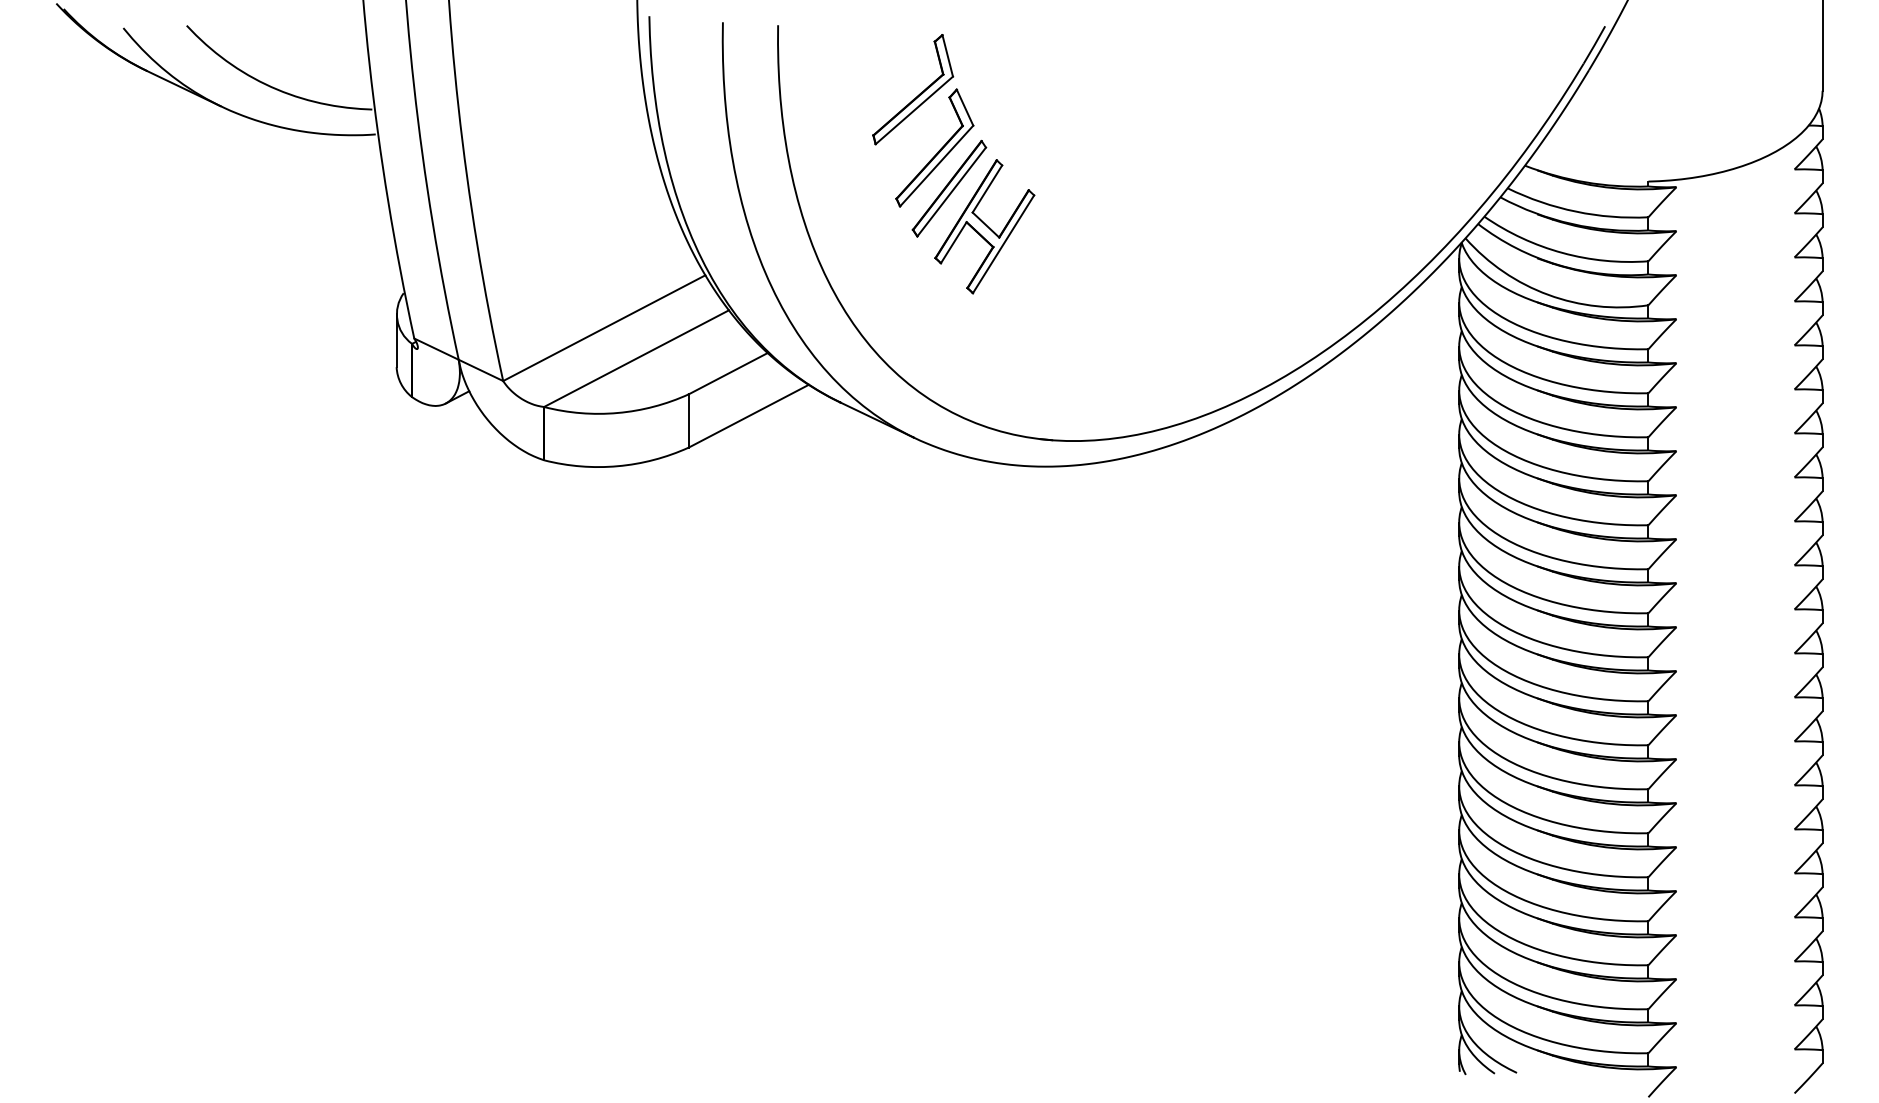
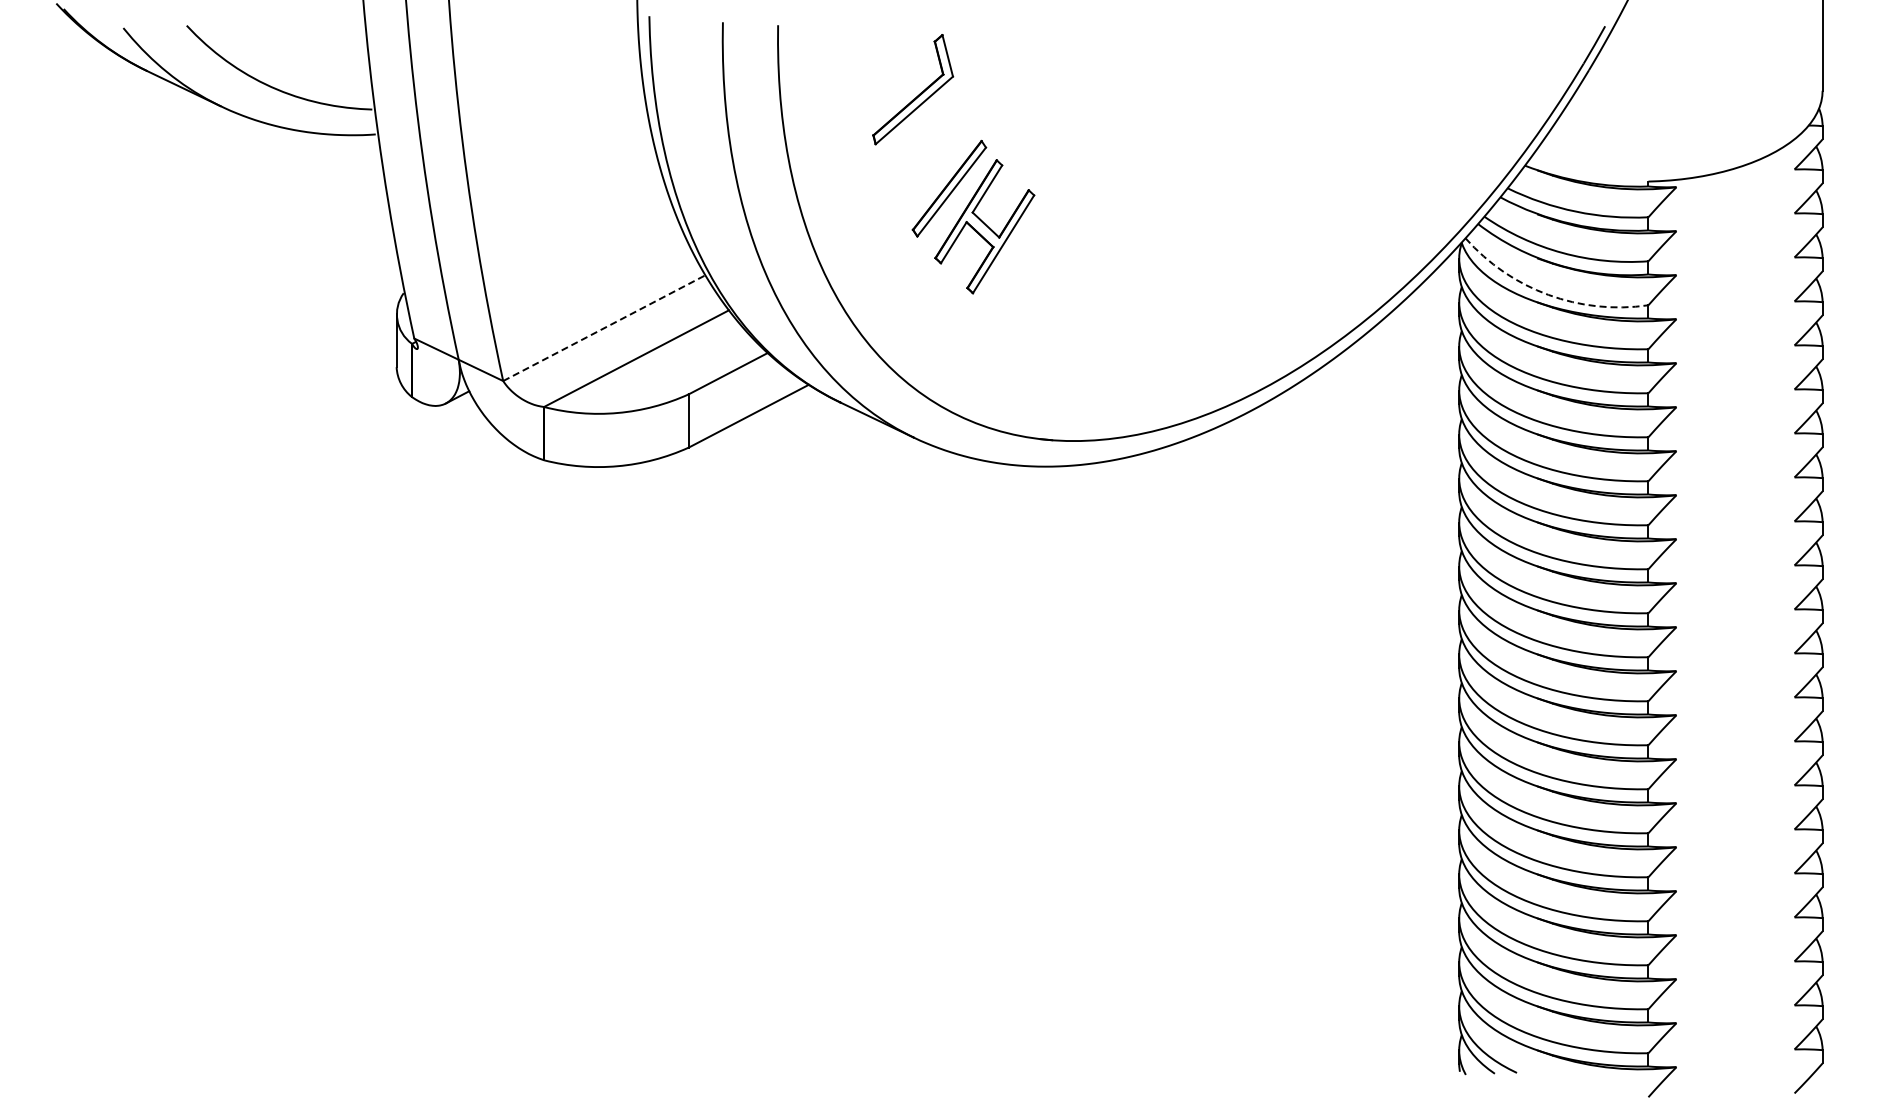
part at (934, 147): present -> none
arc at (1548, 294): solid -> dashed
line at (604, 327): solid -> dashed
